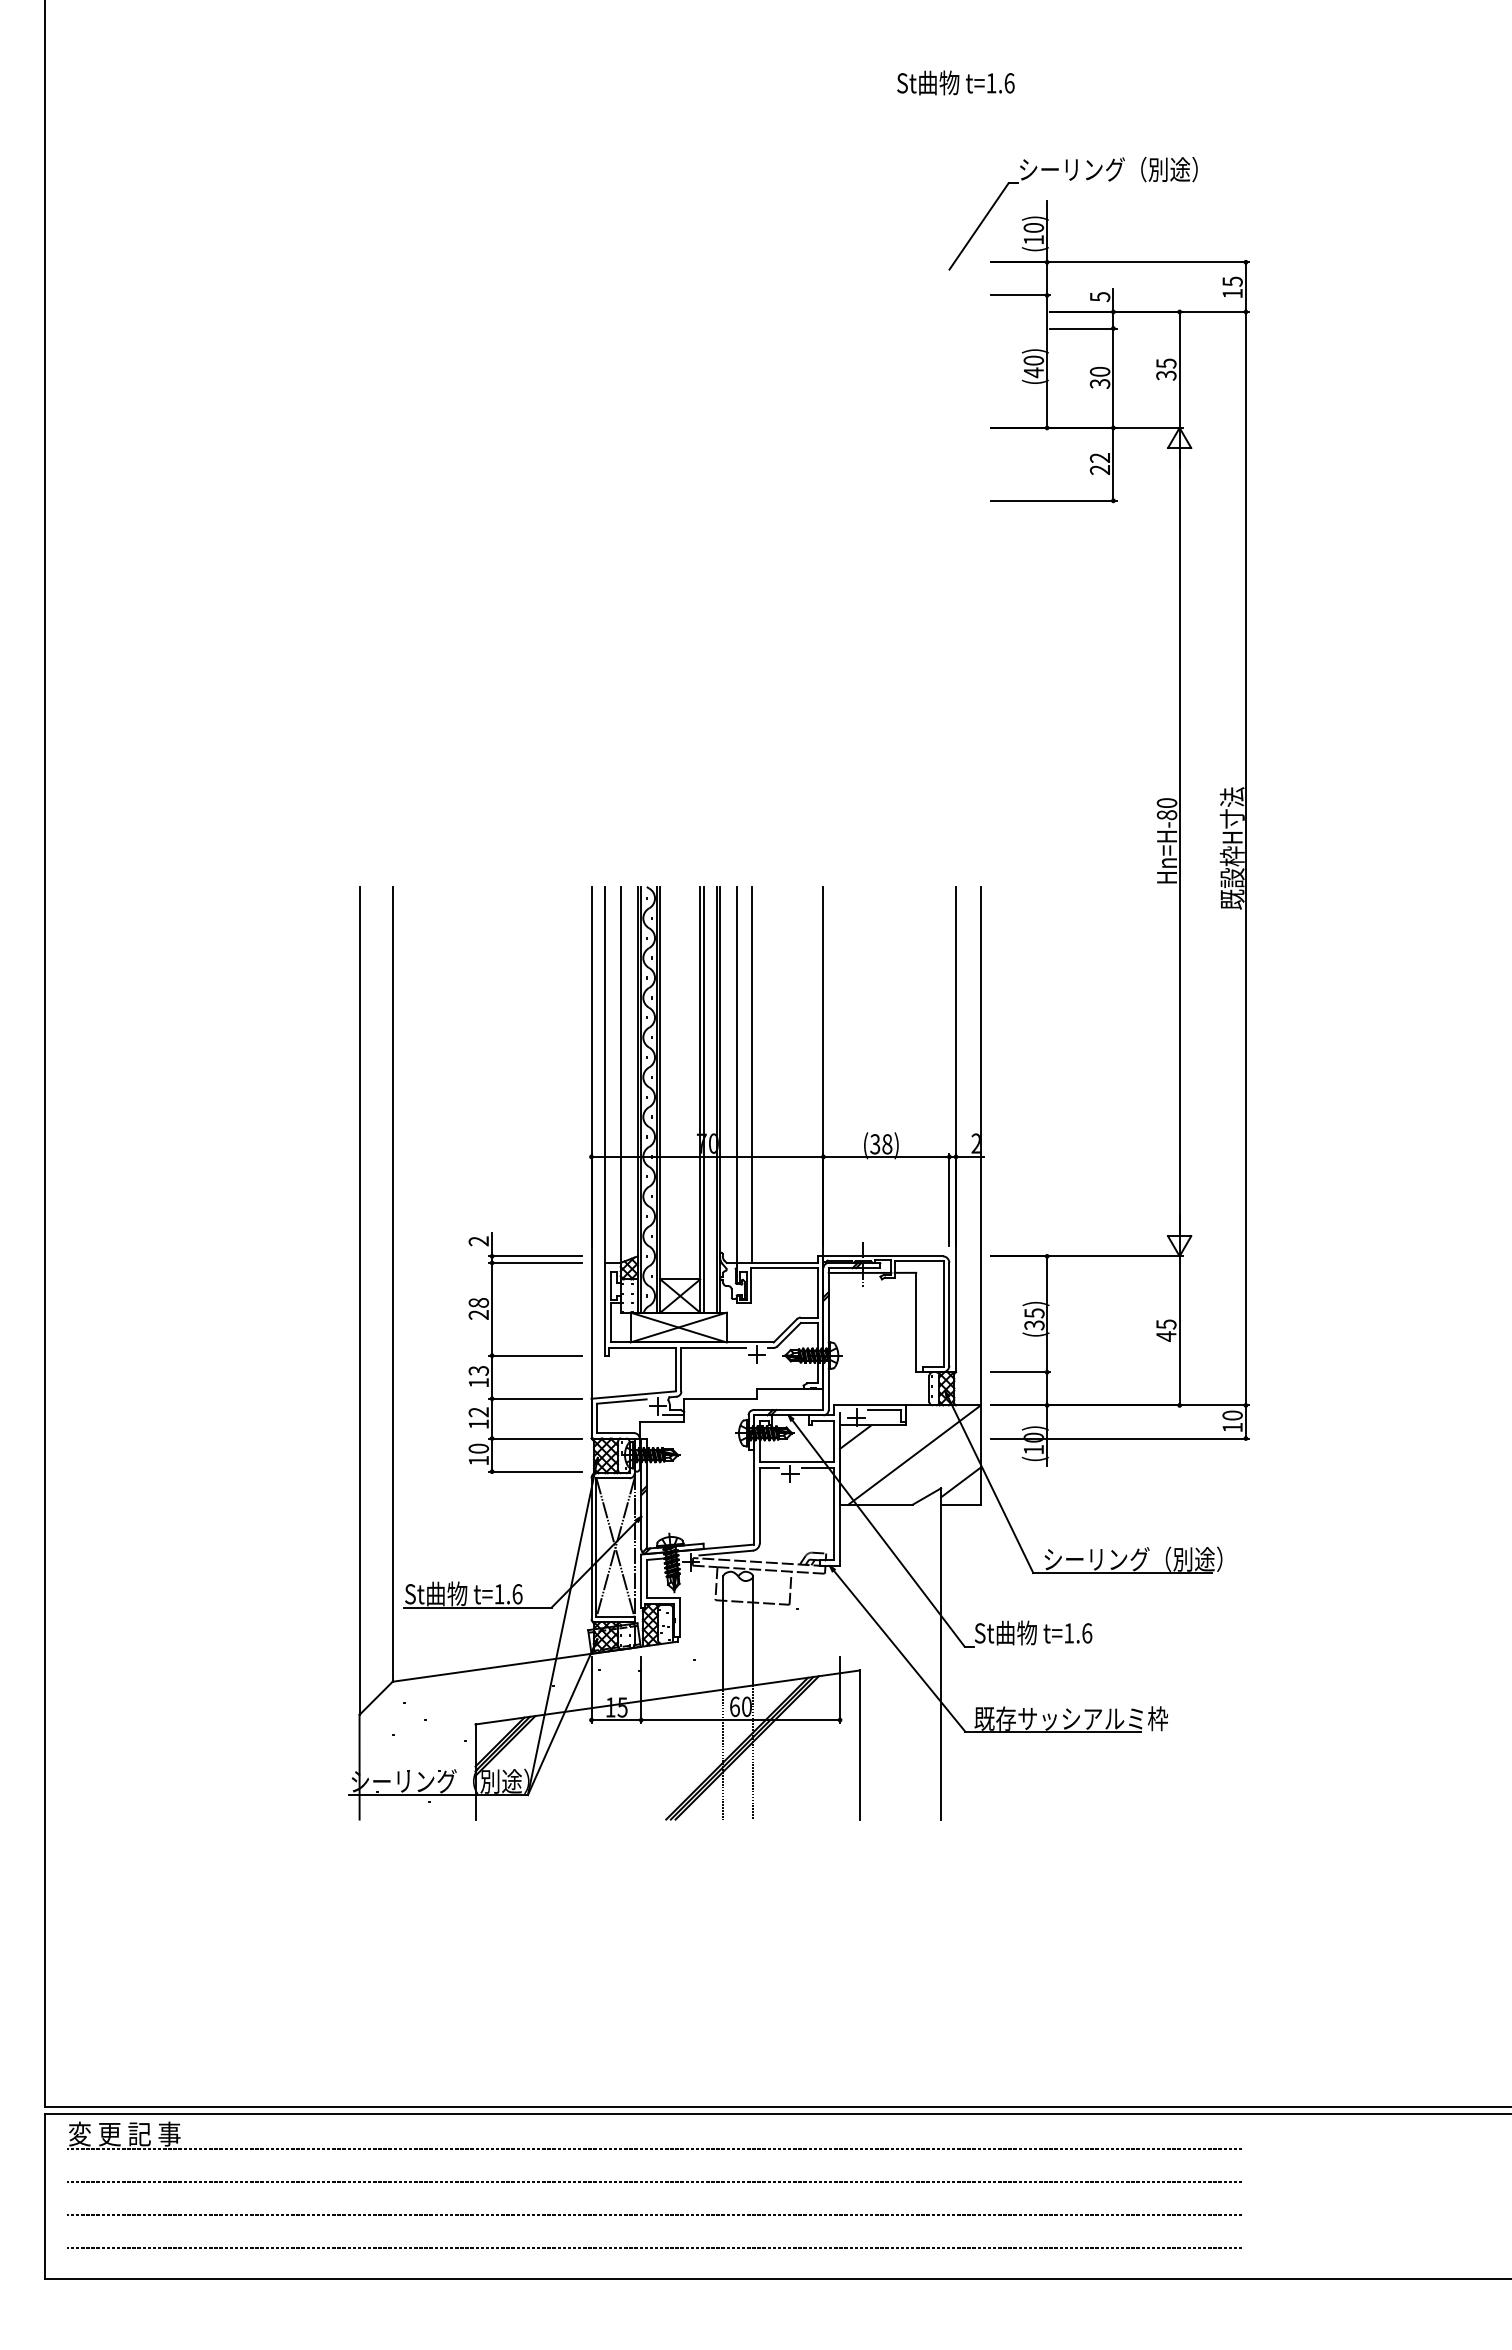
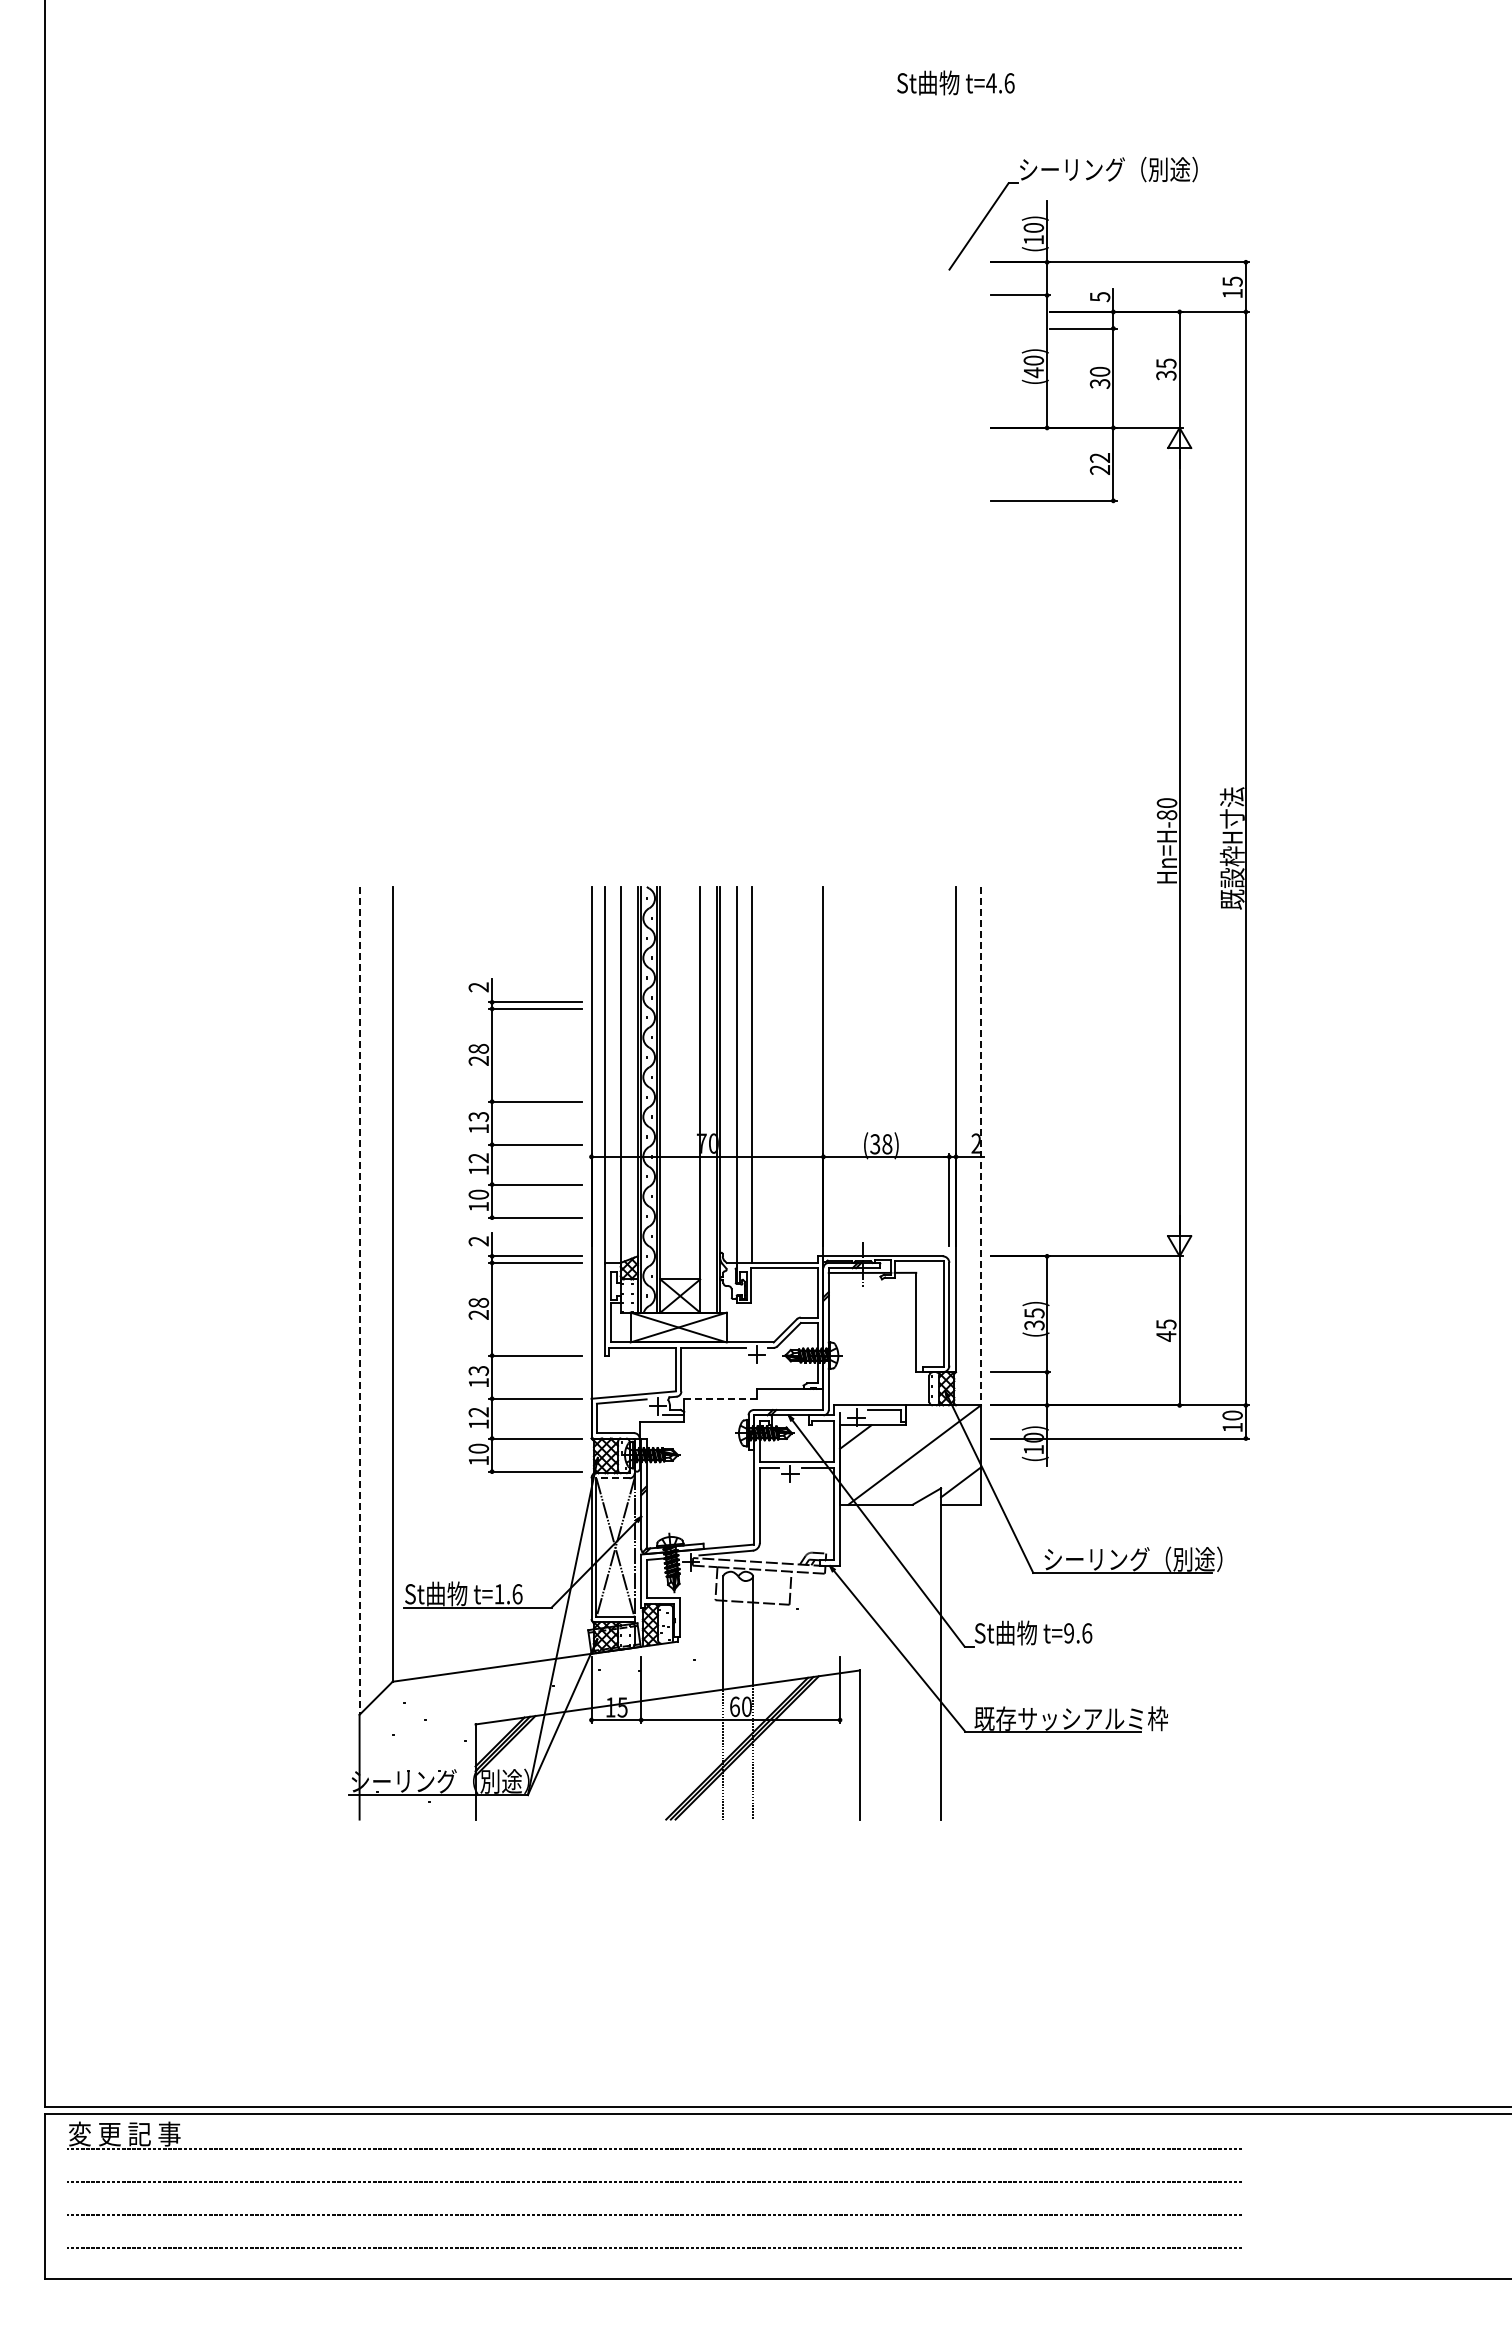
text at (991, 83): t=1.6 -> t=4.6
part at (525, 1098): none -> present
line at (703, 1099): present -> none
line at (980, 1146): solid -> dashed
line at (359, 1301): solid -> dashed
line at (720, 1398): solid -> dashed
line at (613, 1478): solid -> dashed
text at (1068, 1633): t=1.6 -> t=9.6
